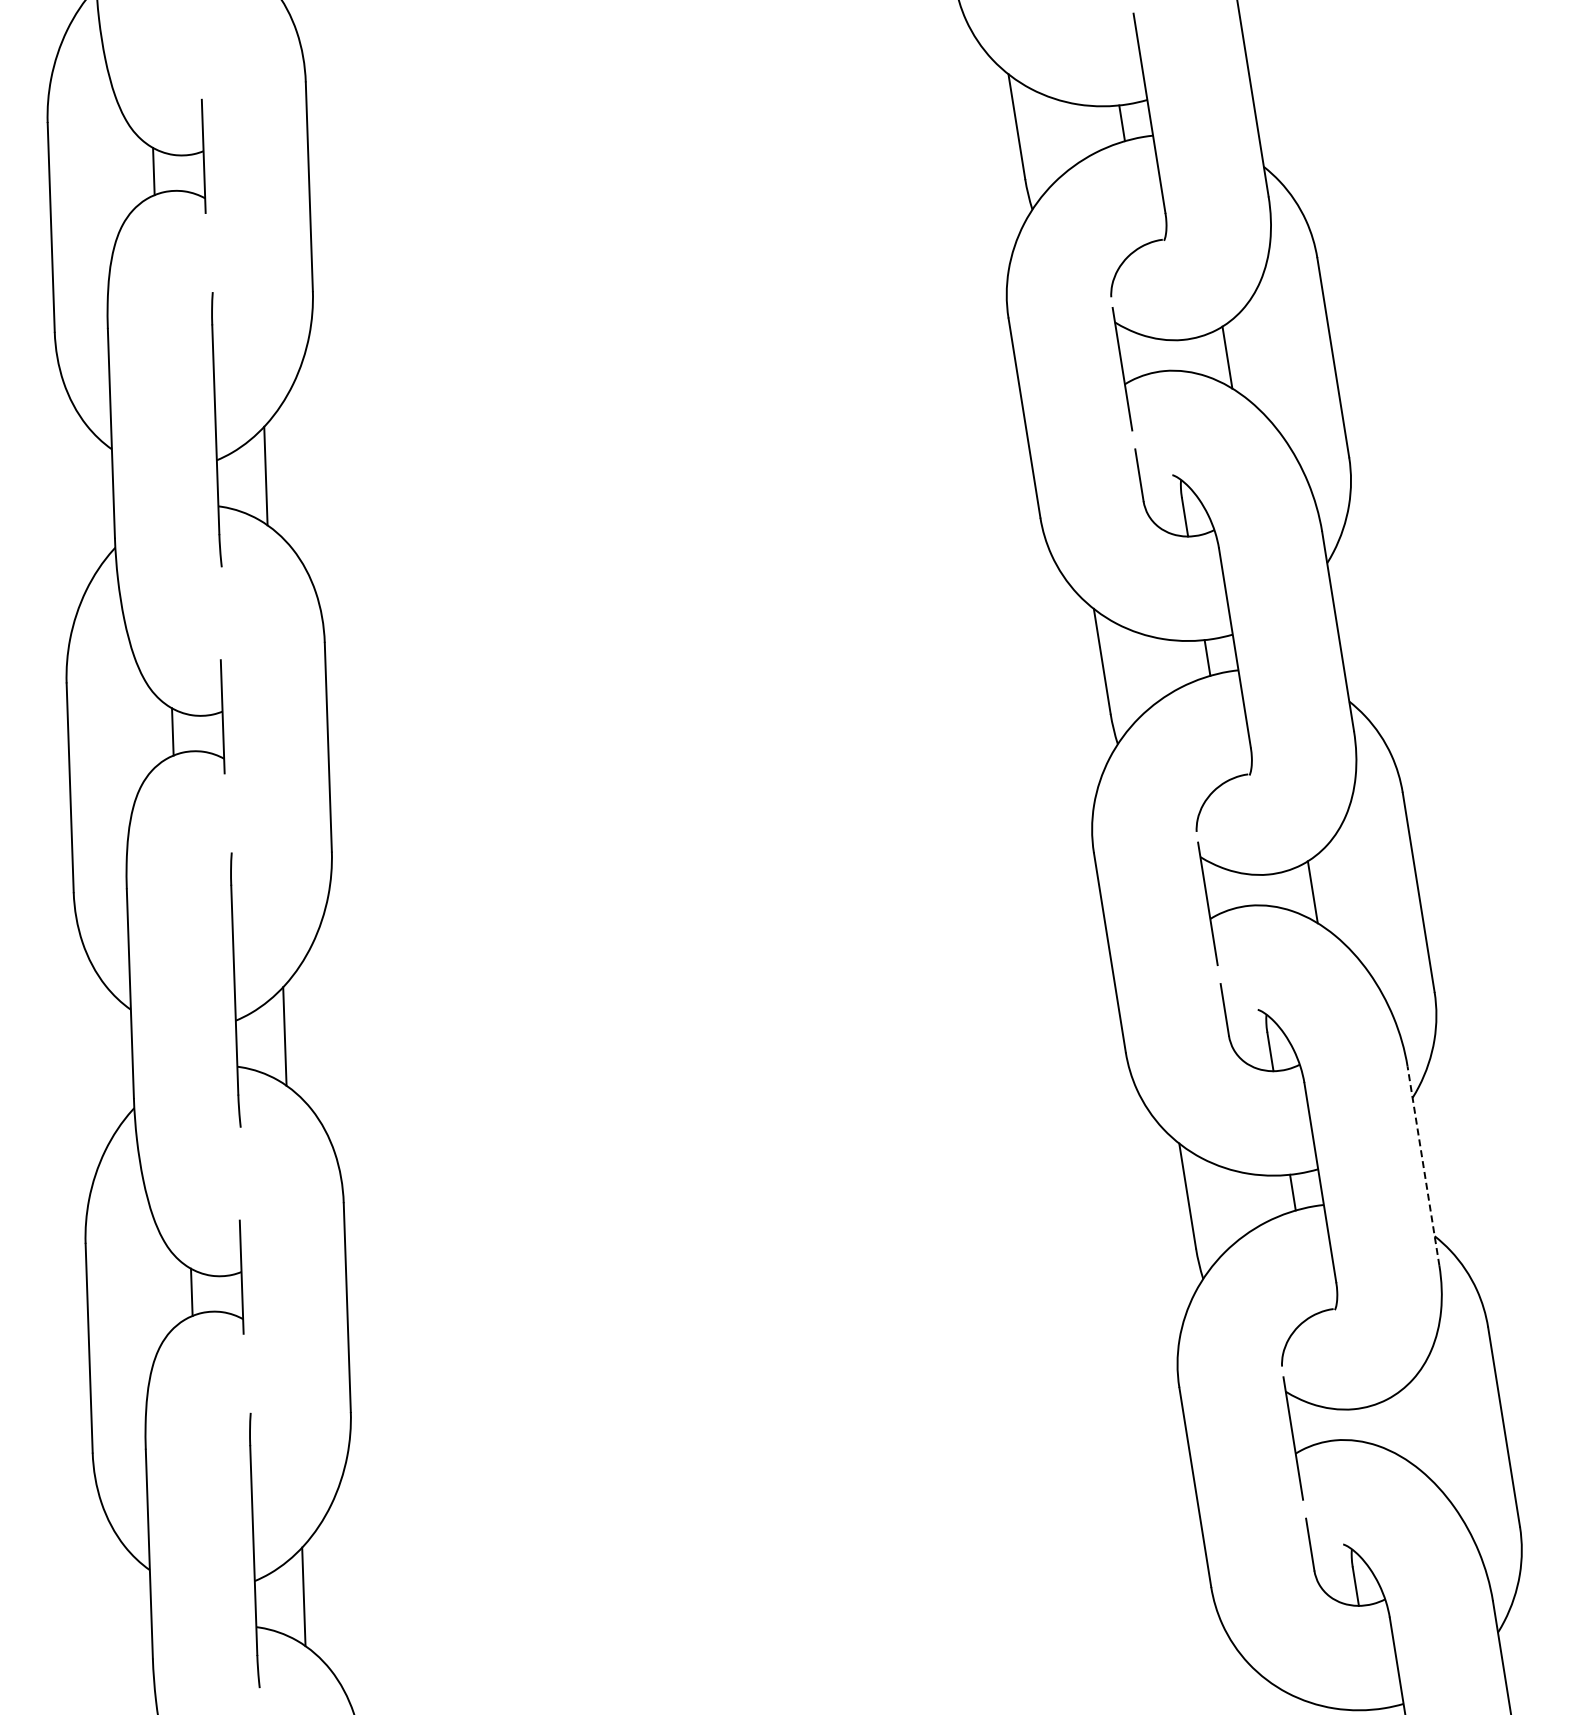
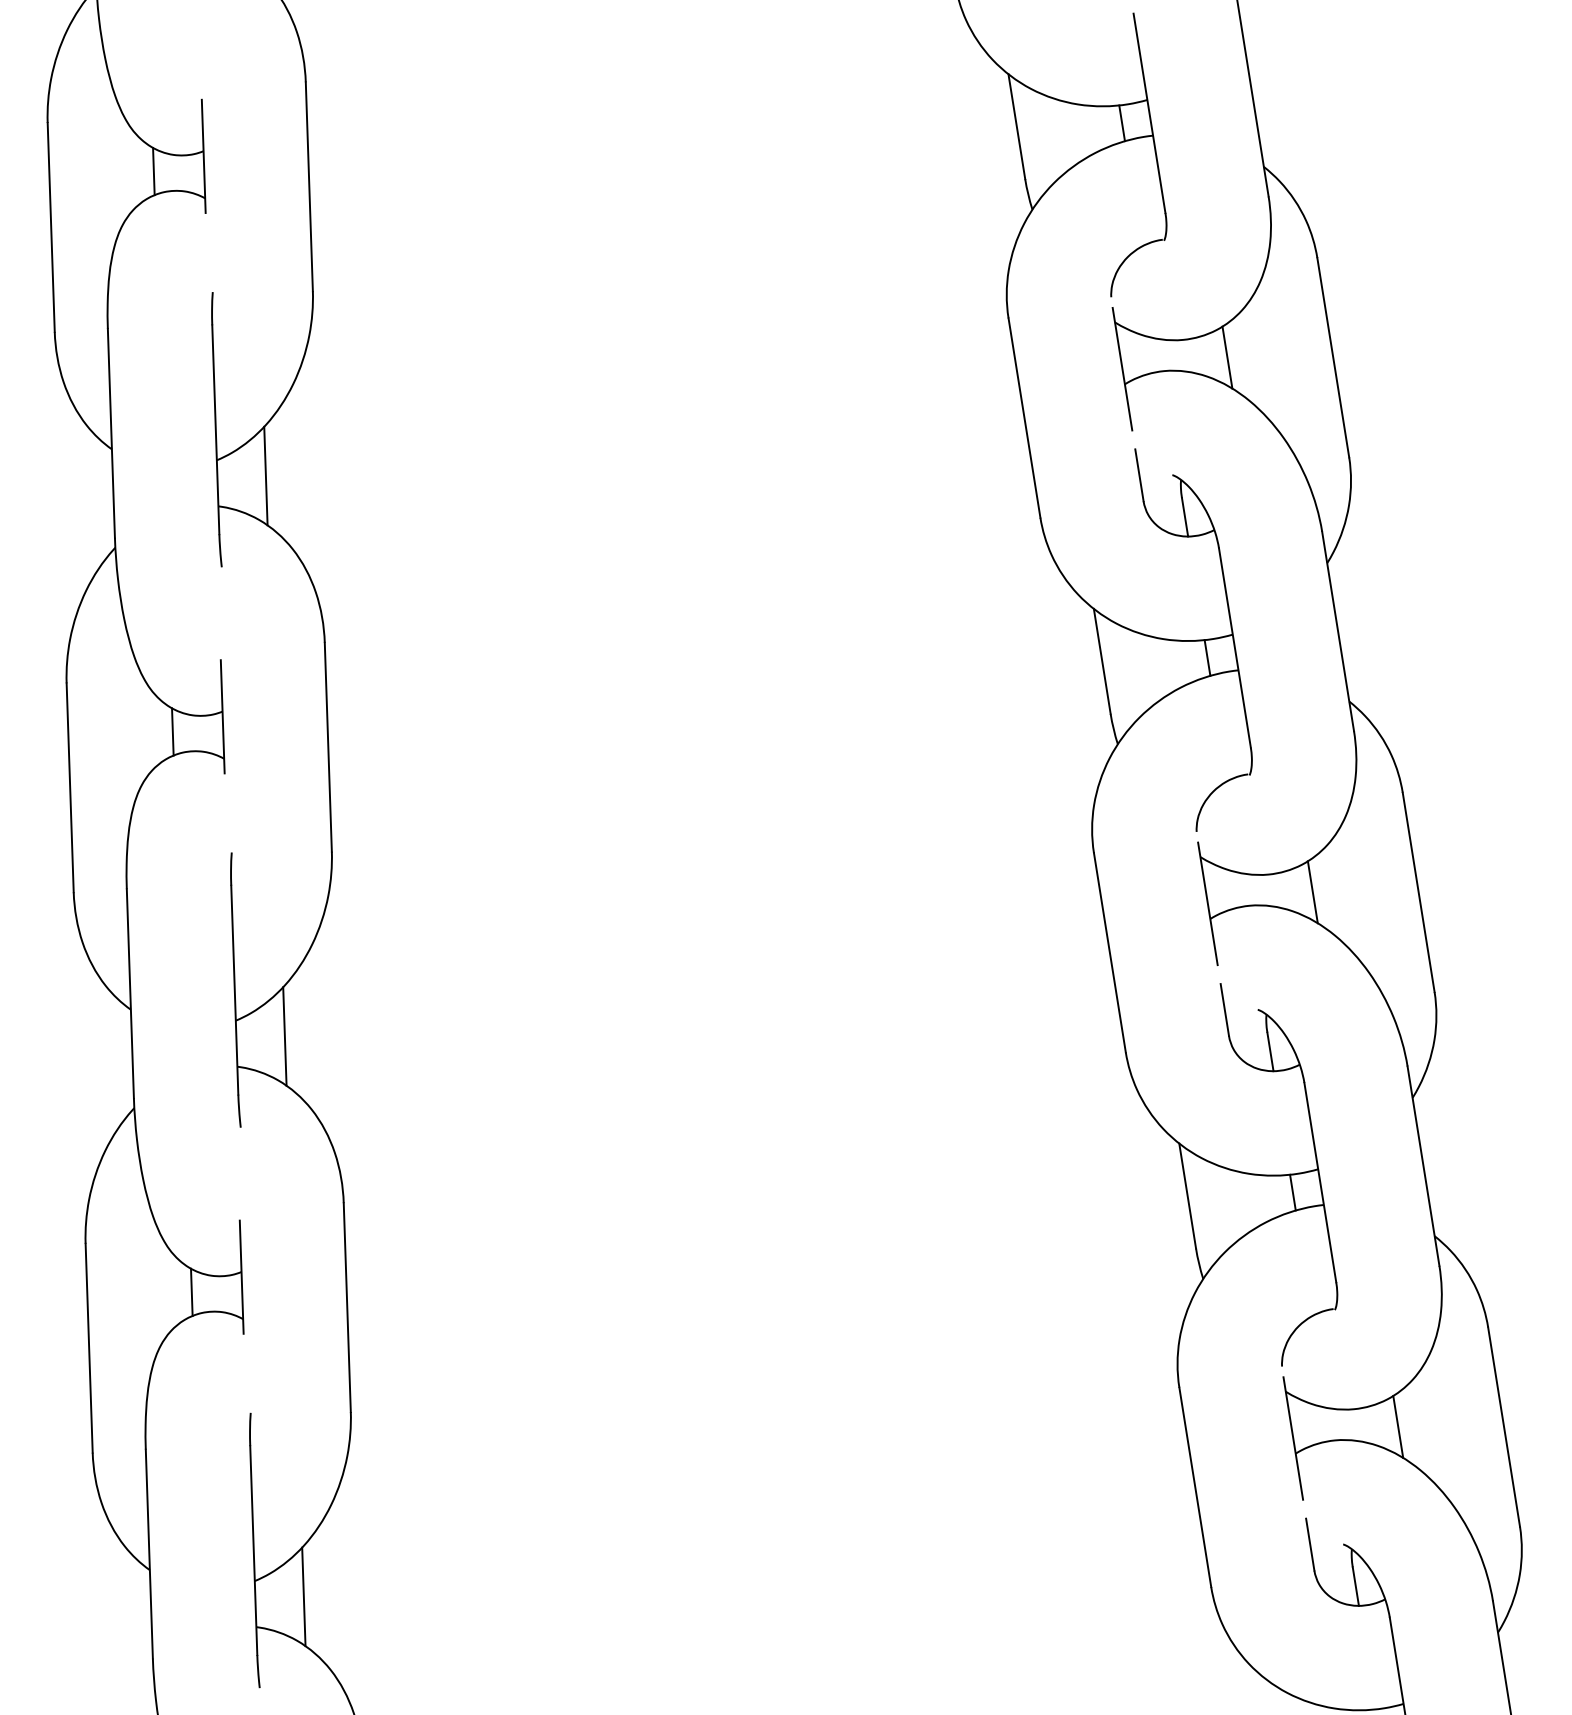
line at (1423, 1166): dashed -> solid
line at (1398, 1426): none -> present
